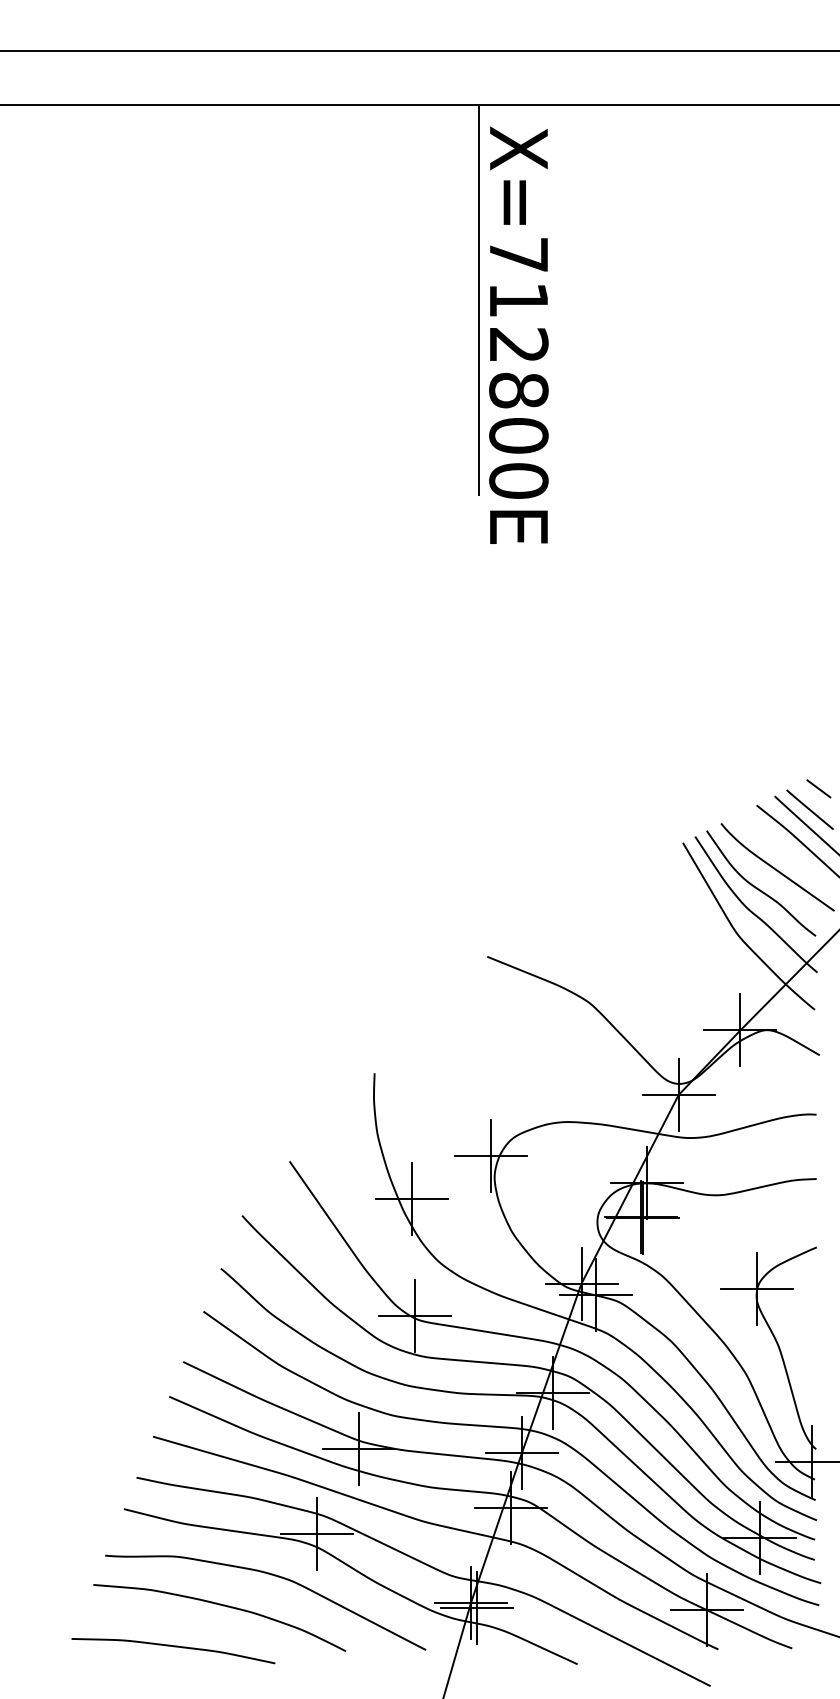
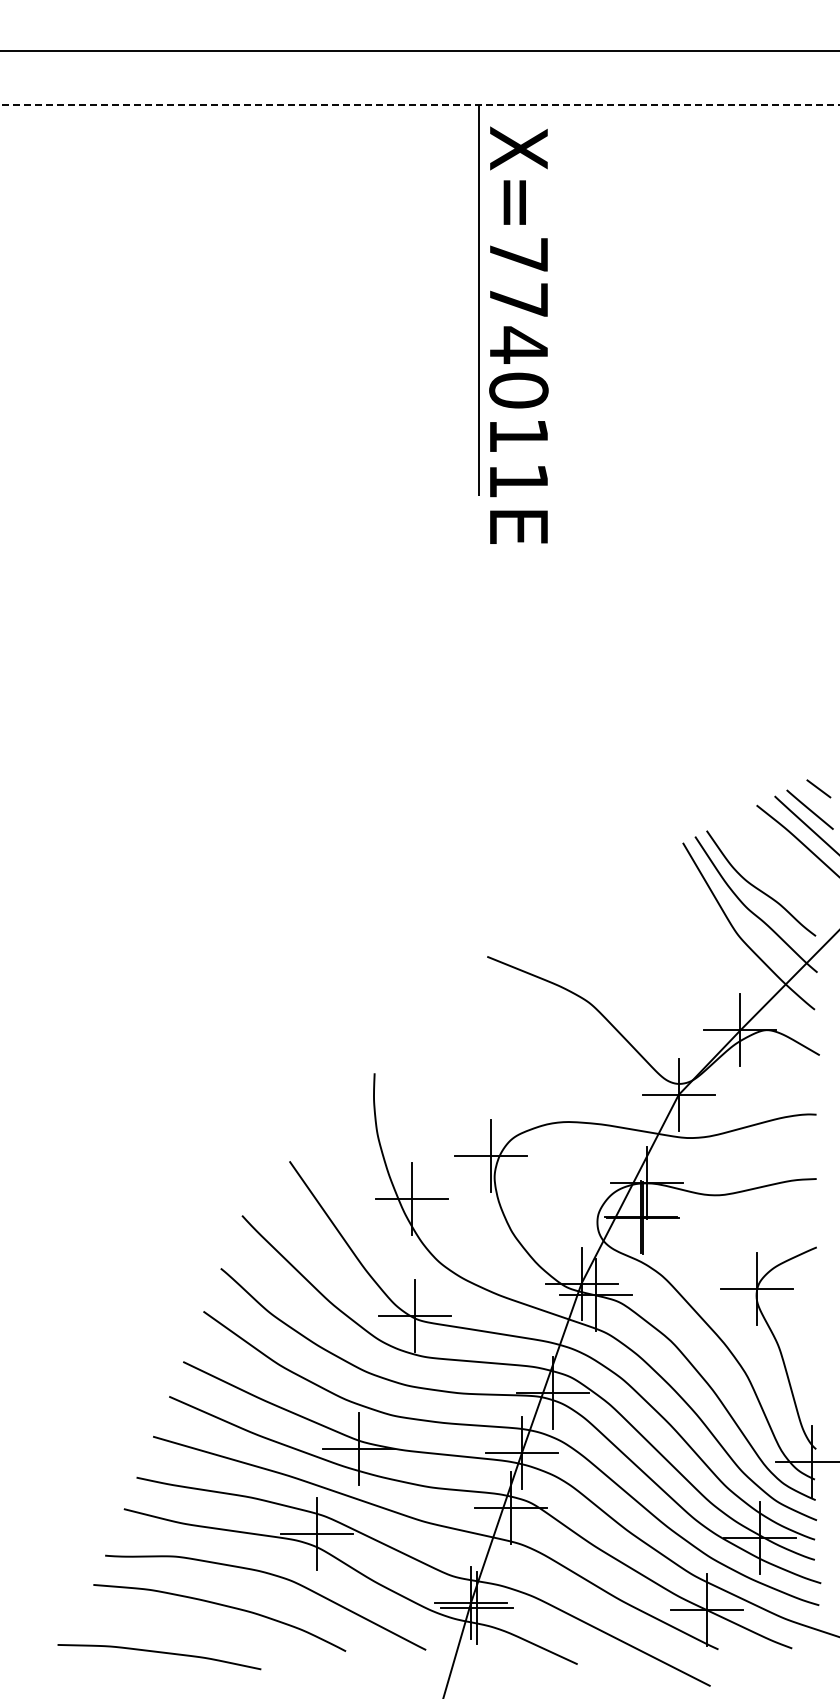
line at (420, 104): solid -> dashed
text at (518, 390): X=712800E -> X=774011E
curve at (776, 868): present -> none
curve at (173, 1647) position: (173, 1647) -> (159, 1653)
